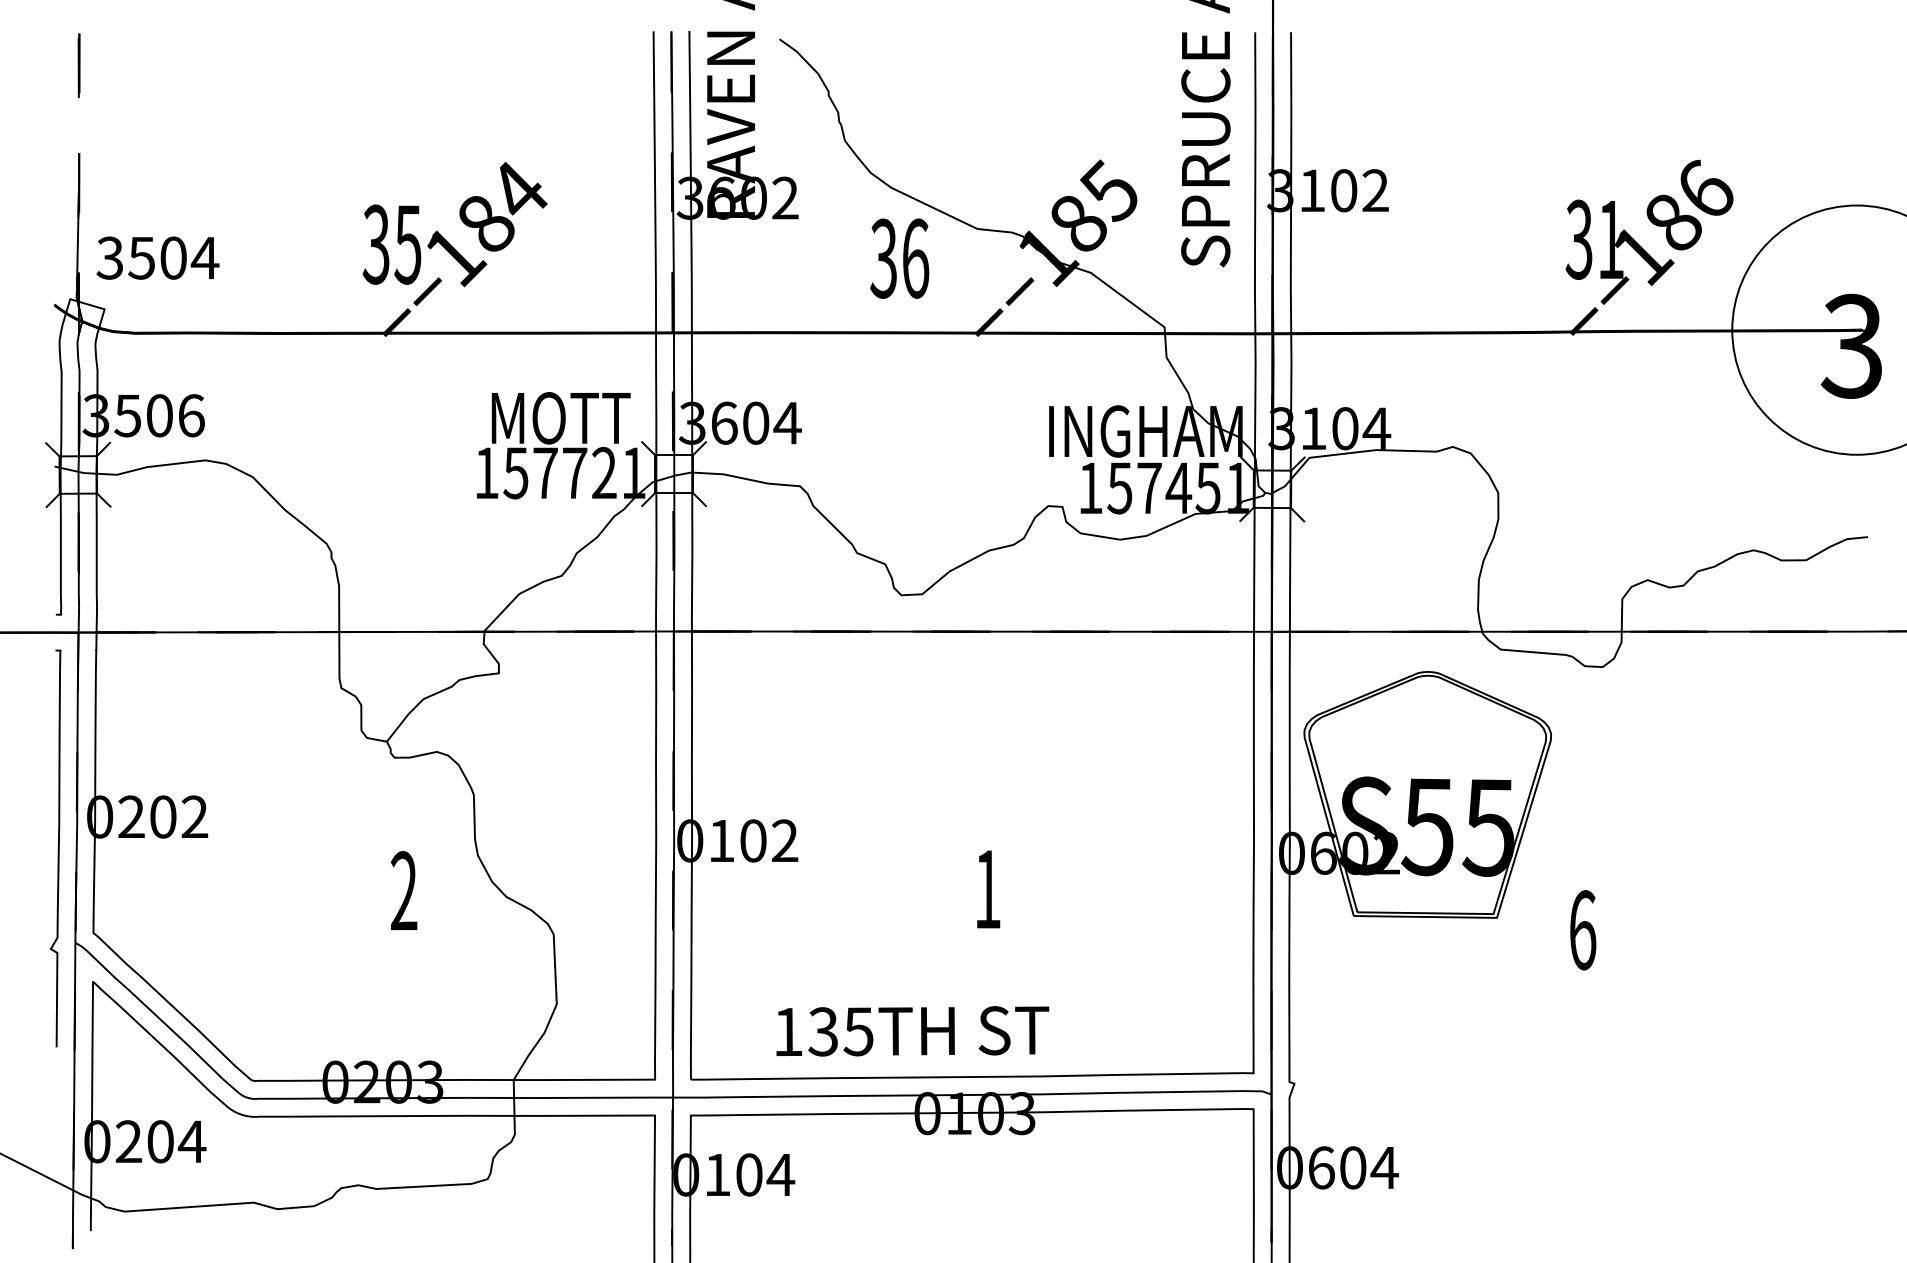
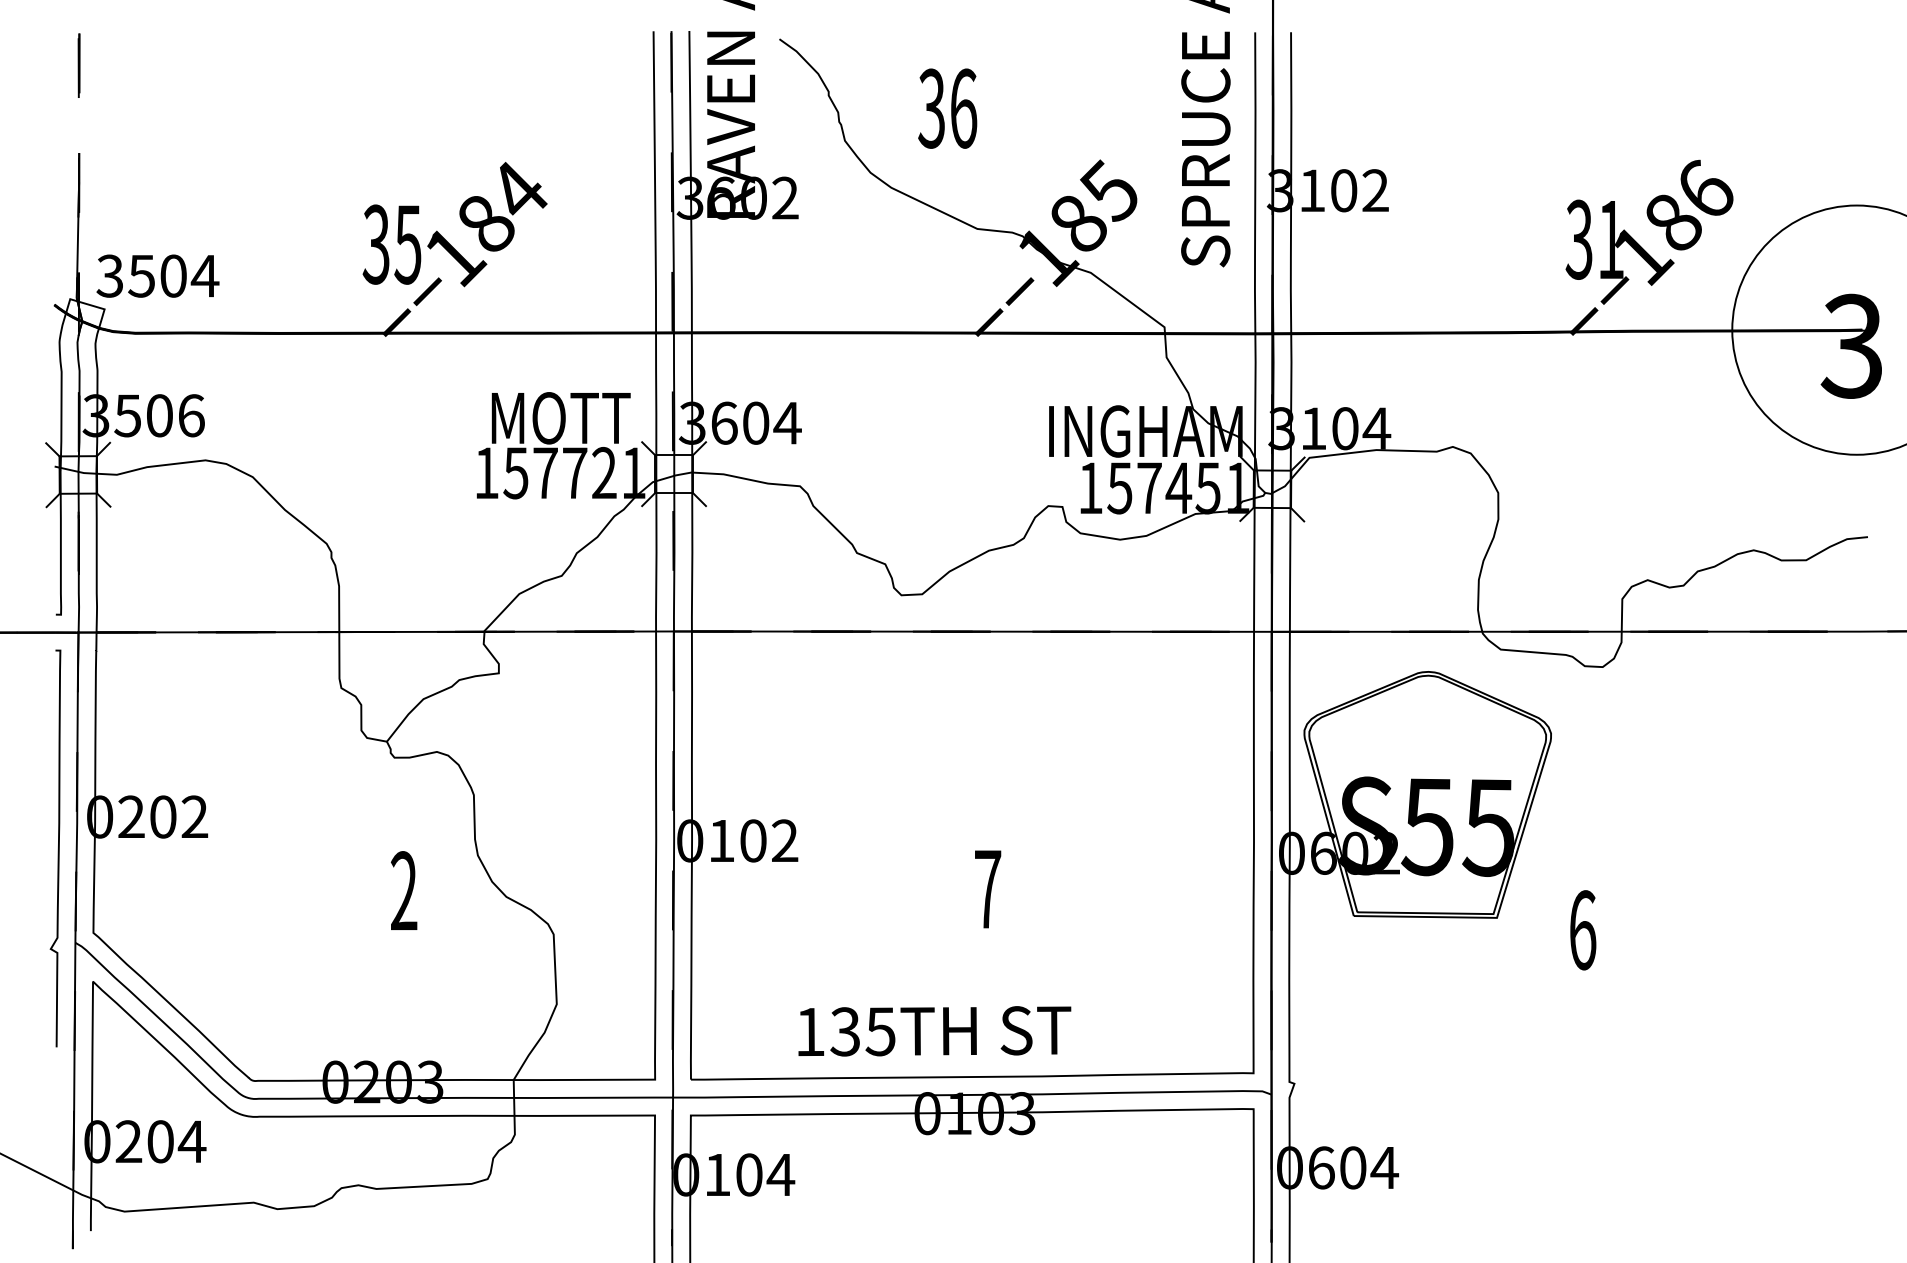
text at (157, 257) position: (157, 257) -> (157, 275)
text at (899, 258) position: (899, 258) -> (947, 108)
text at (988, 889): 1 -> 7
text at (912, 1031) position: (912, 1031) -> (934, 1031)
